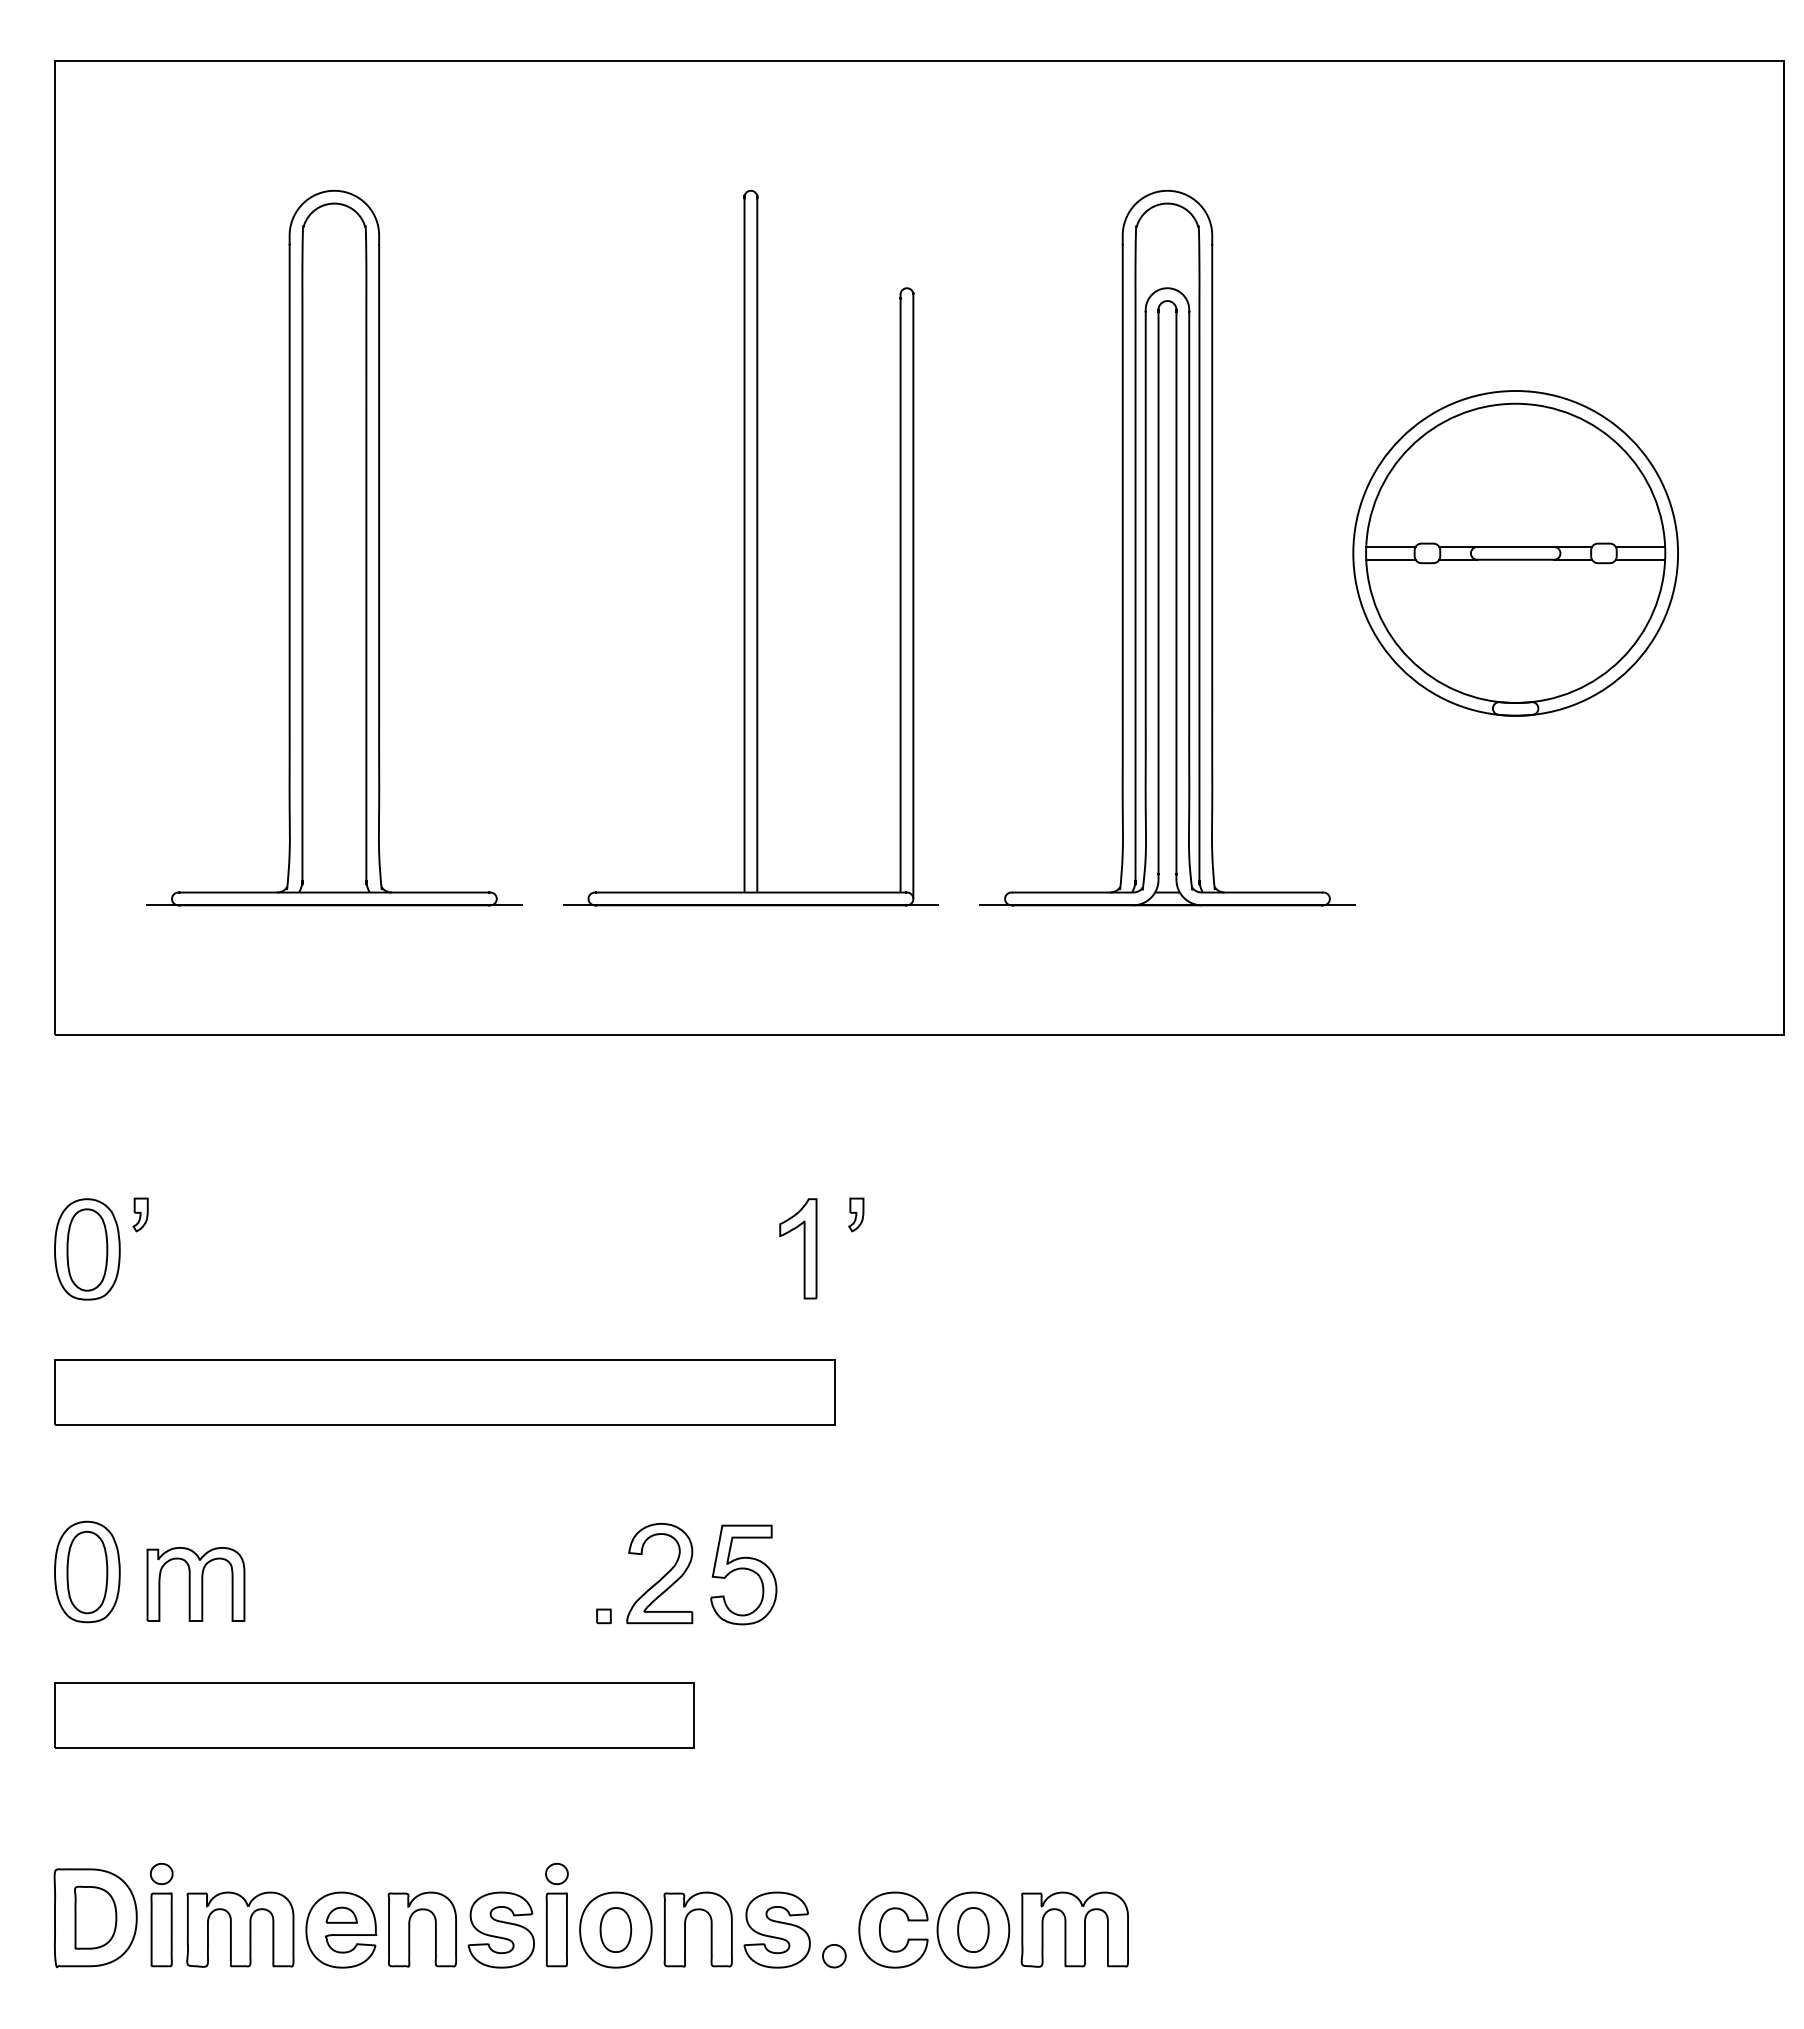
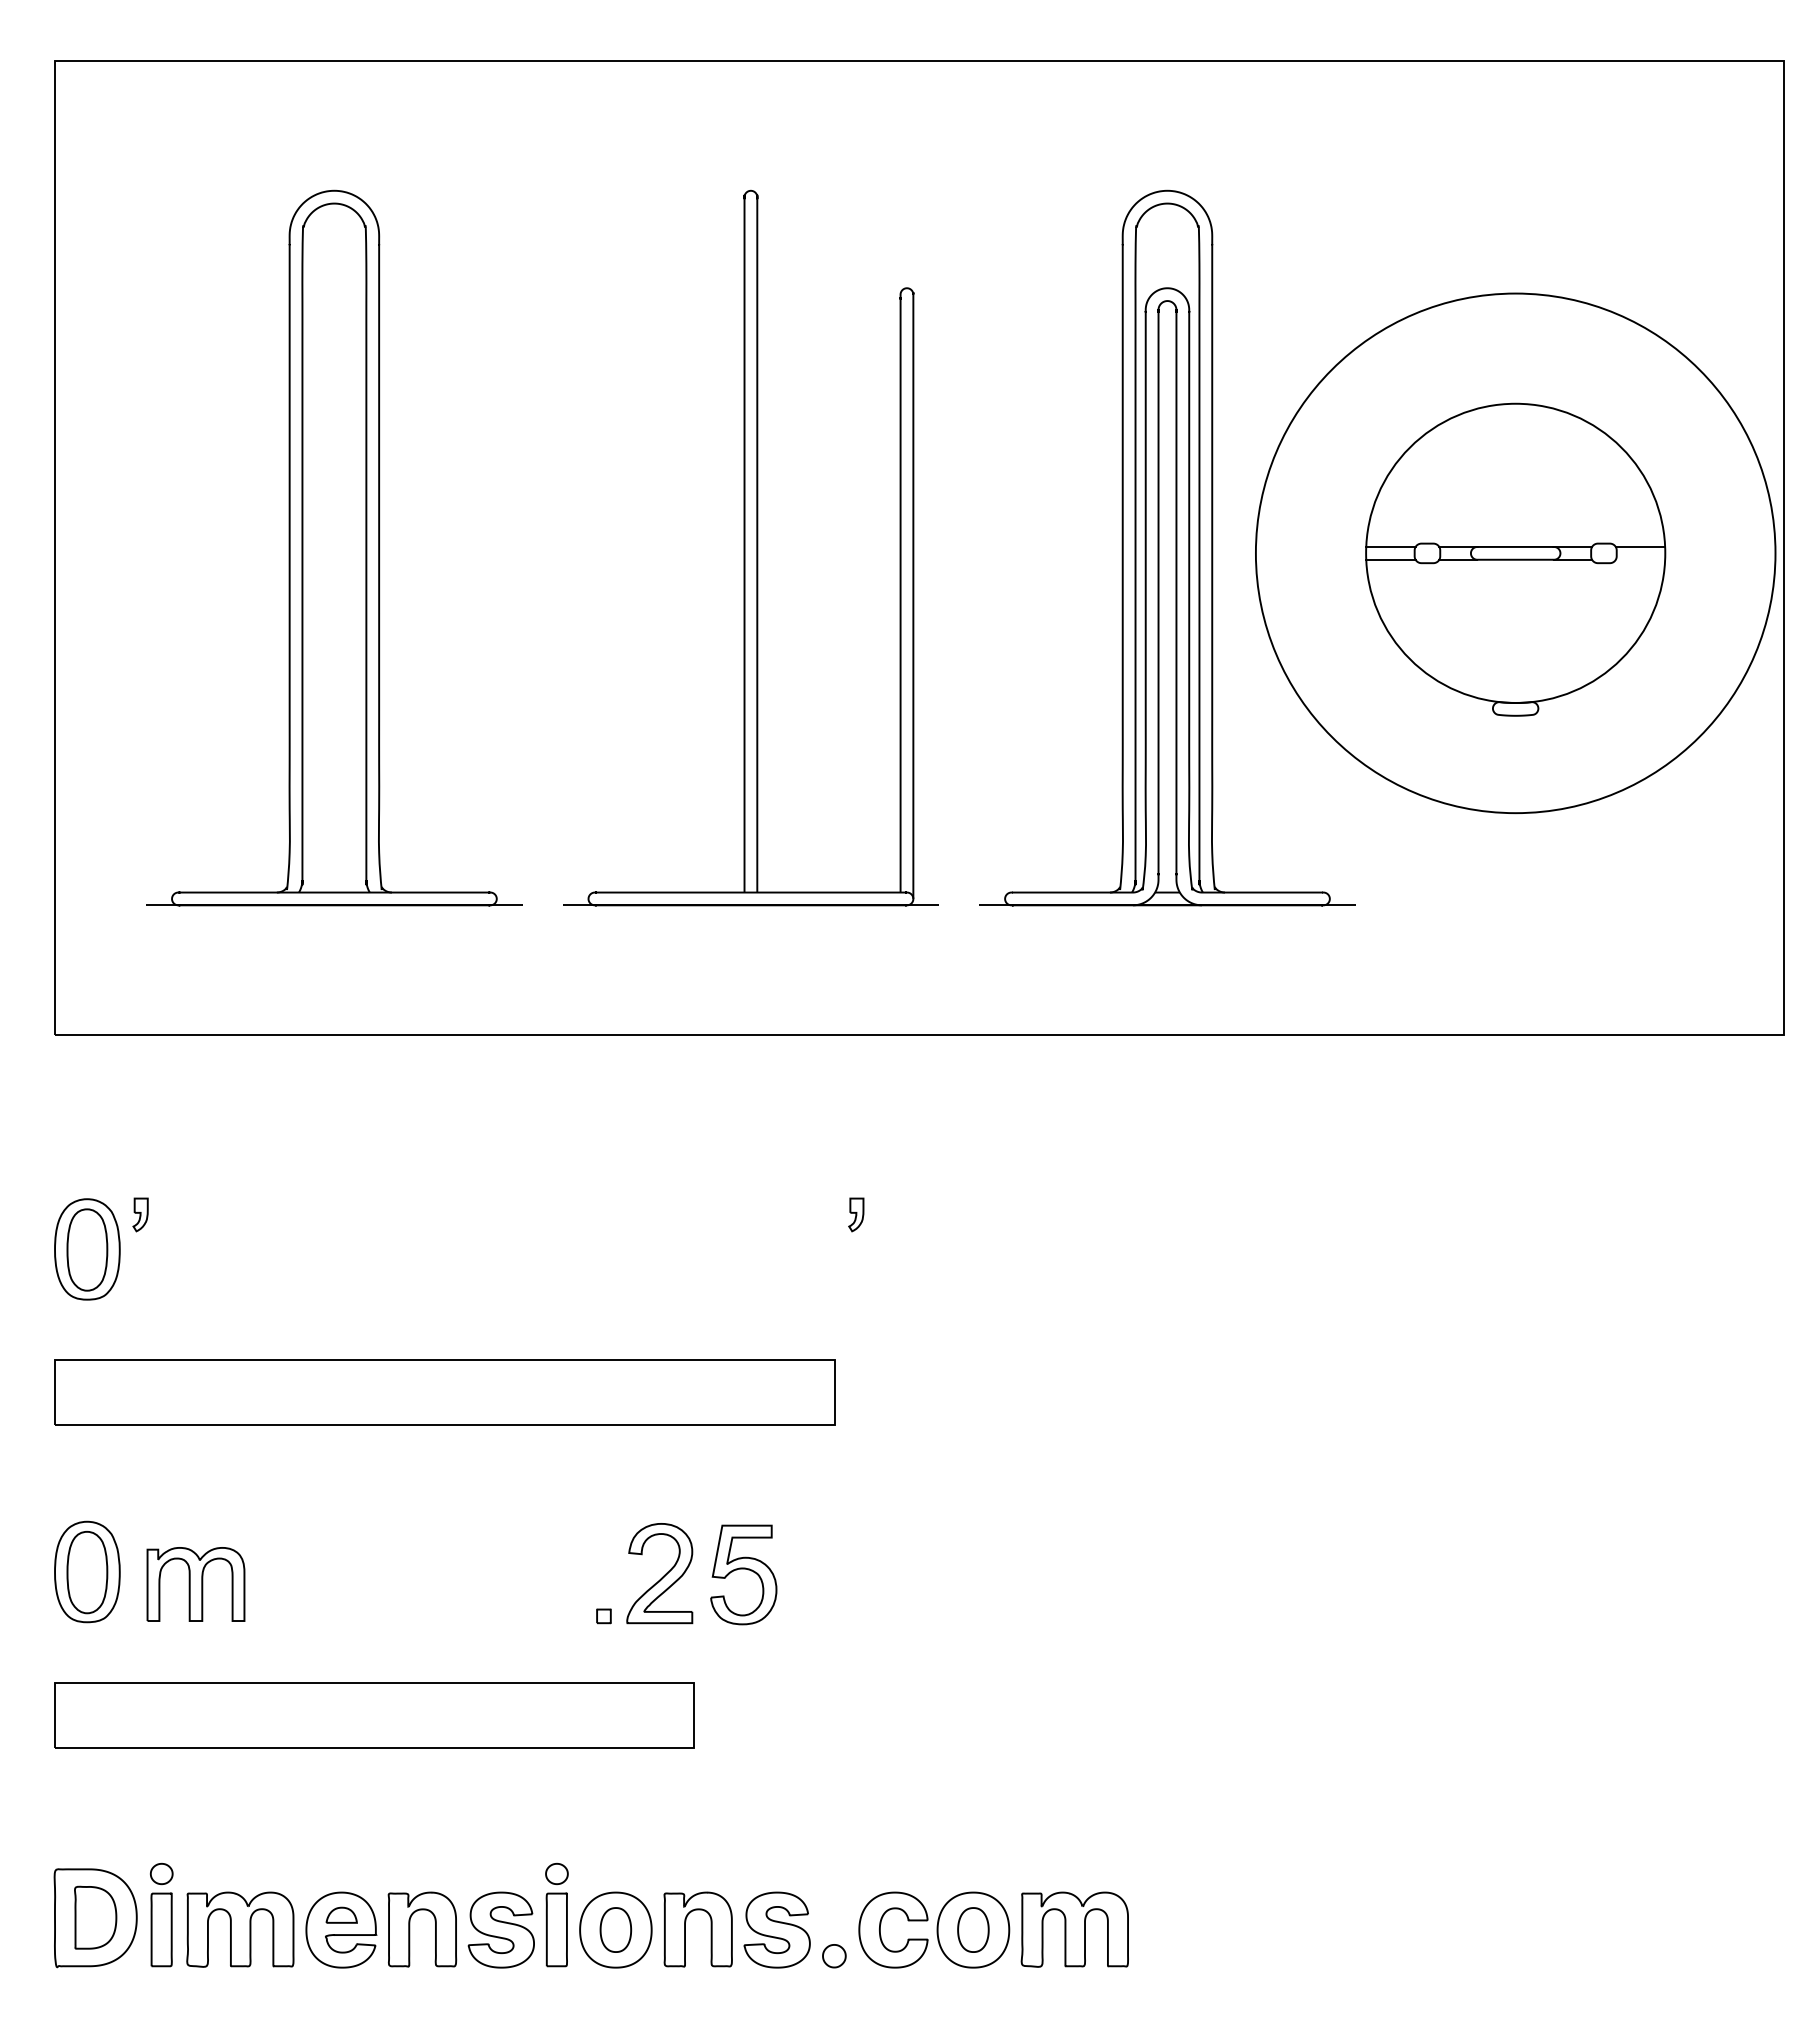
circle at (1515, 552) diameter: 325 px -> 520 px
line at (1640, 559): present -> none
part at (798, 1248): present -> none
